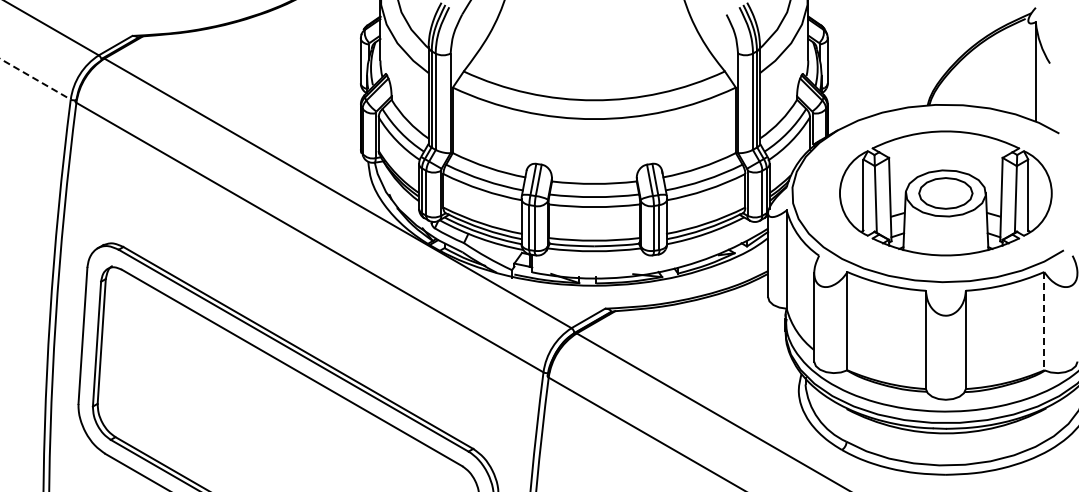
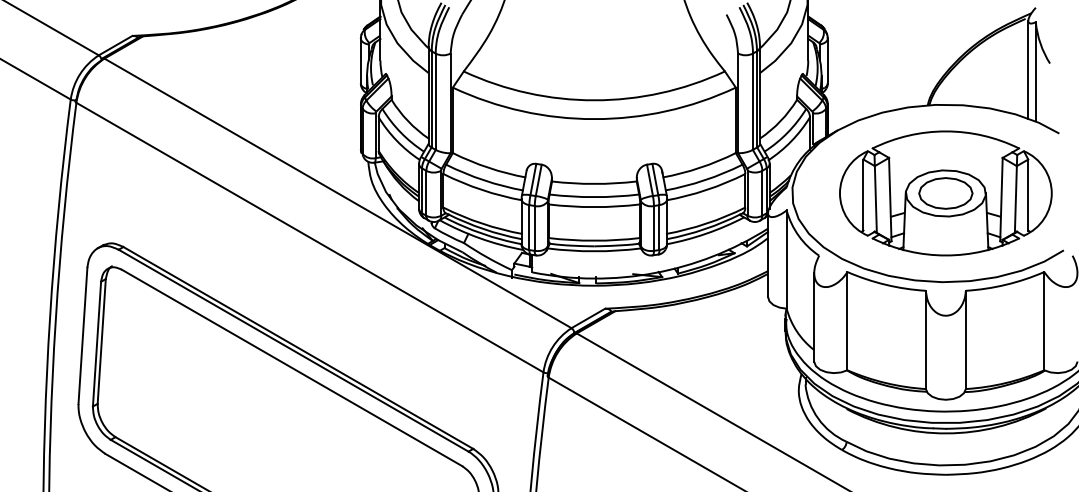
line at (1028, 69): none -> present
line at (36, 79): dashed -> solid
line at (1044, 321): dashed -> solid
